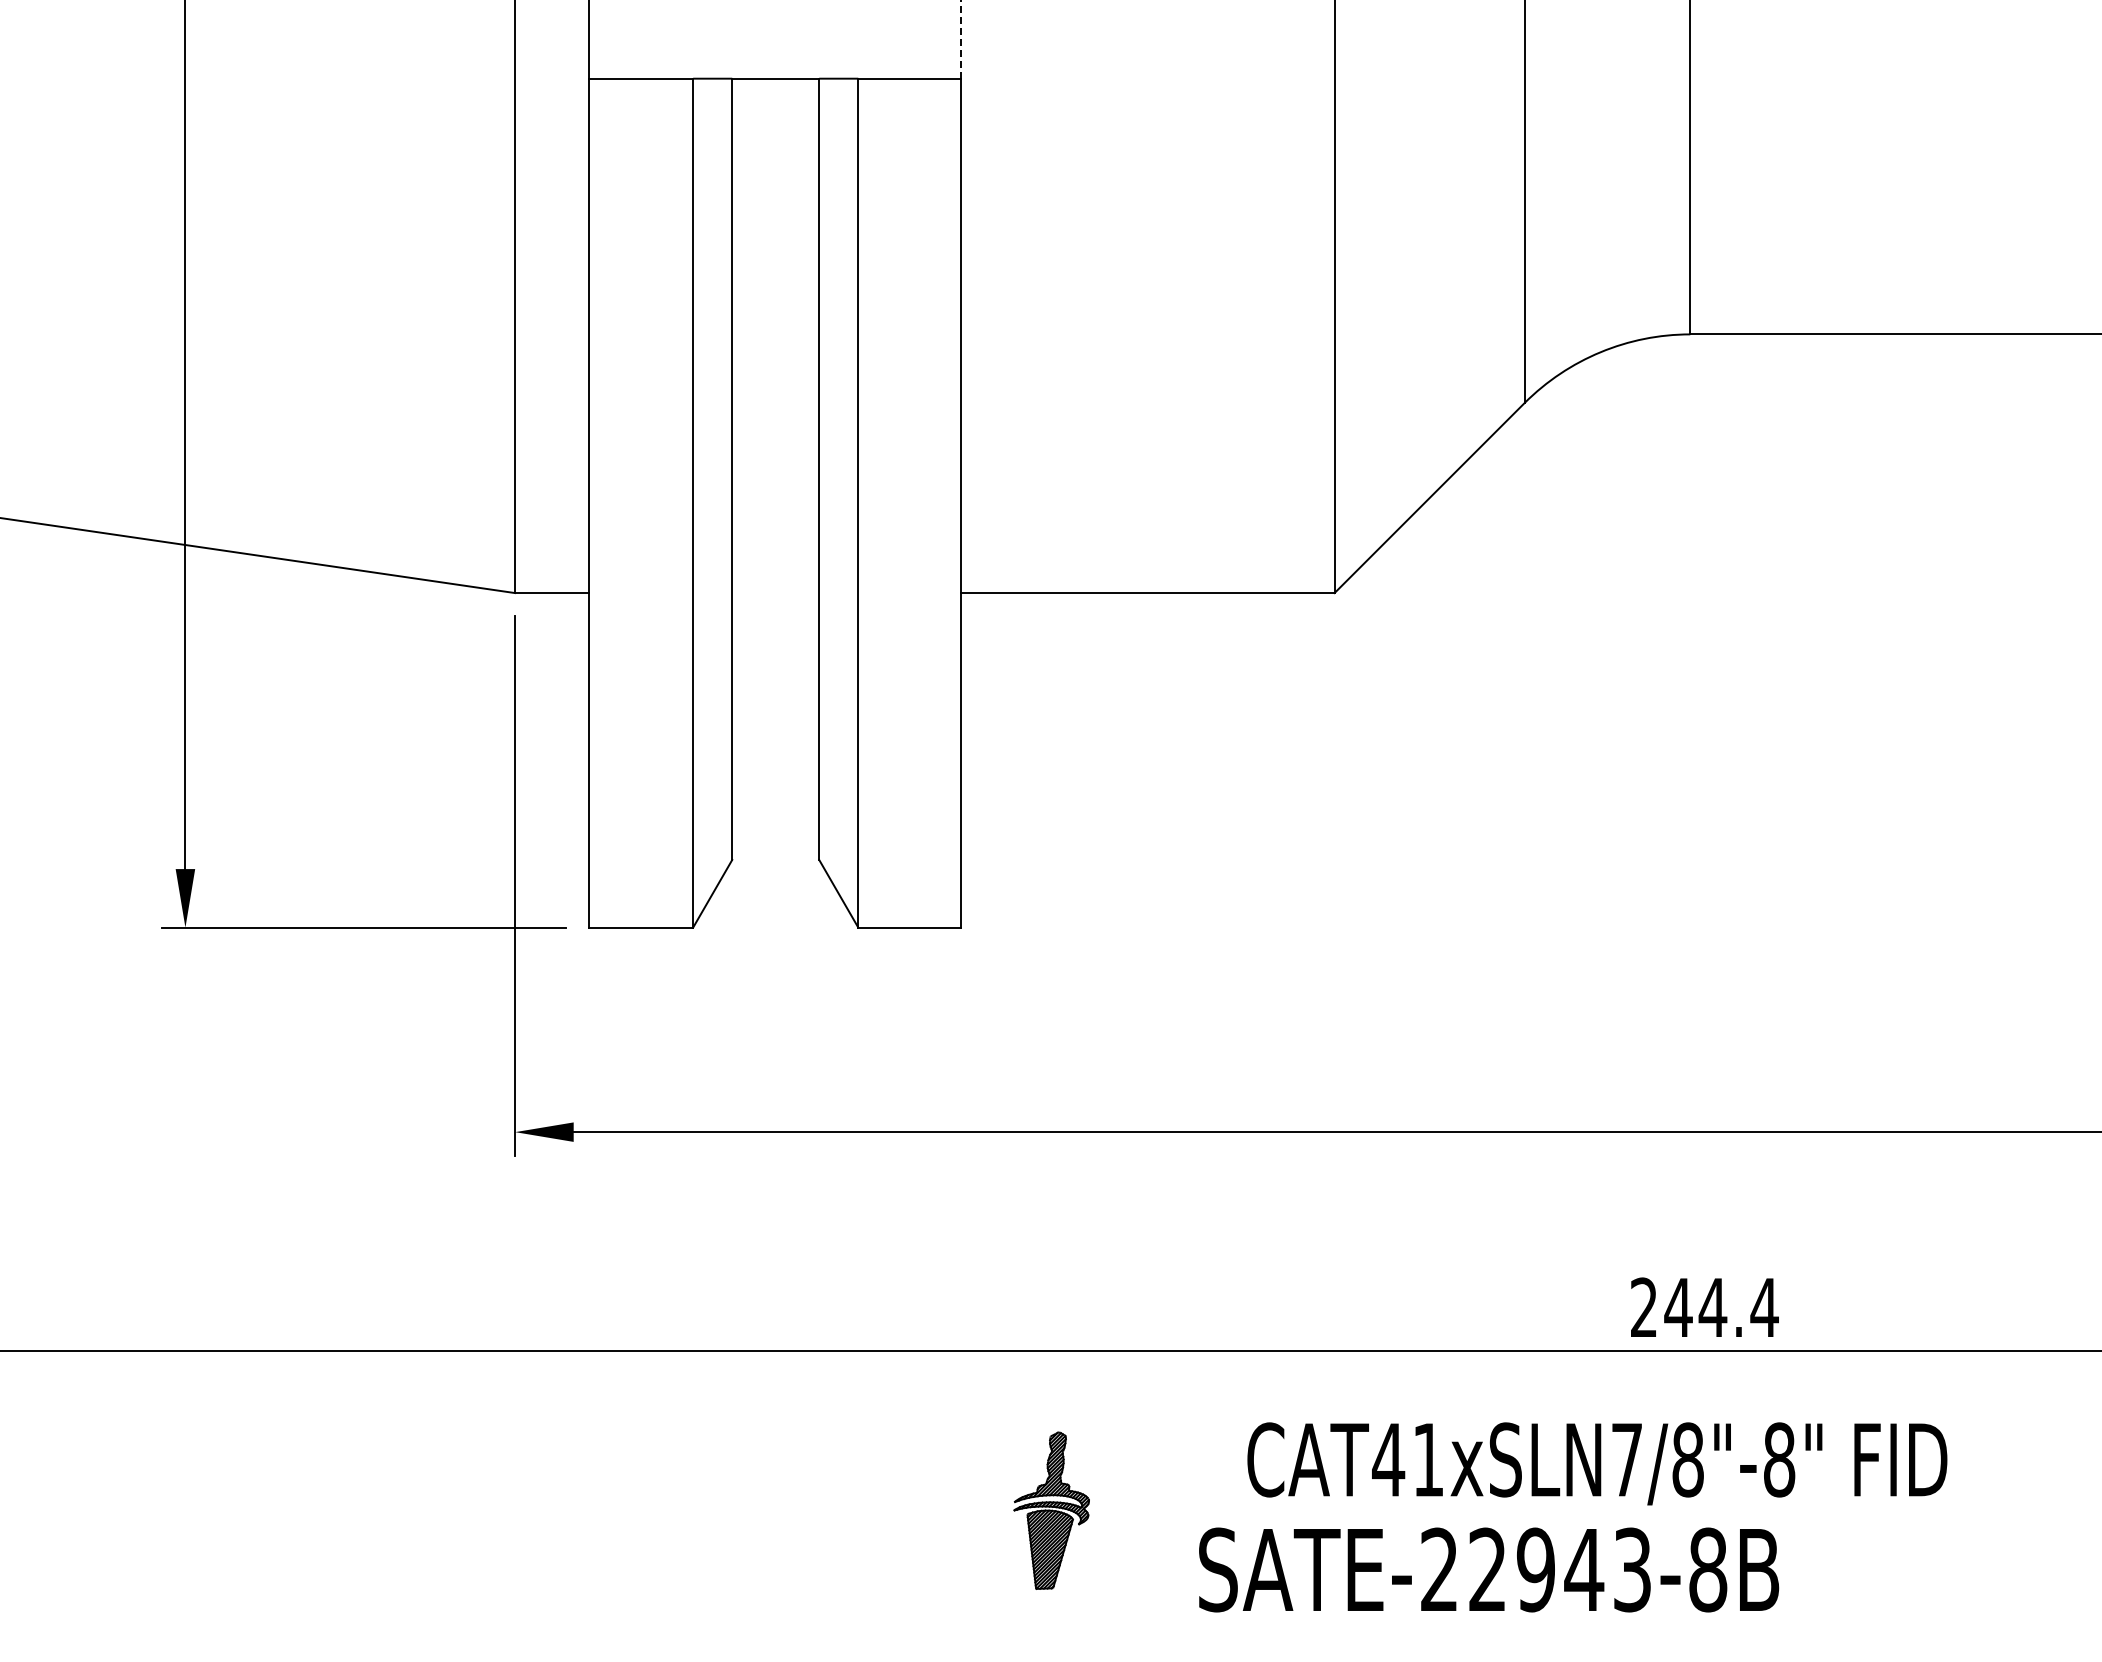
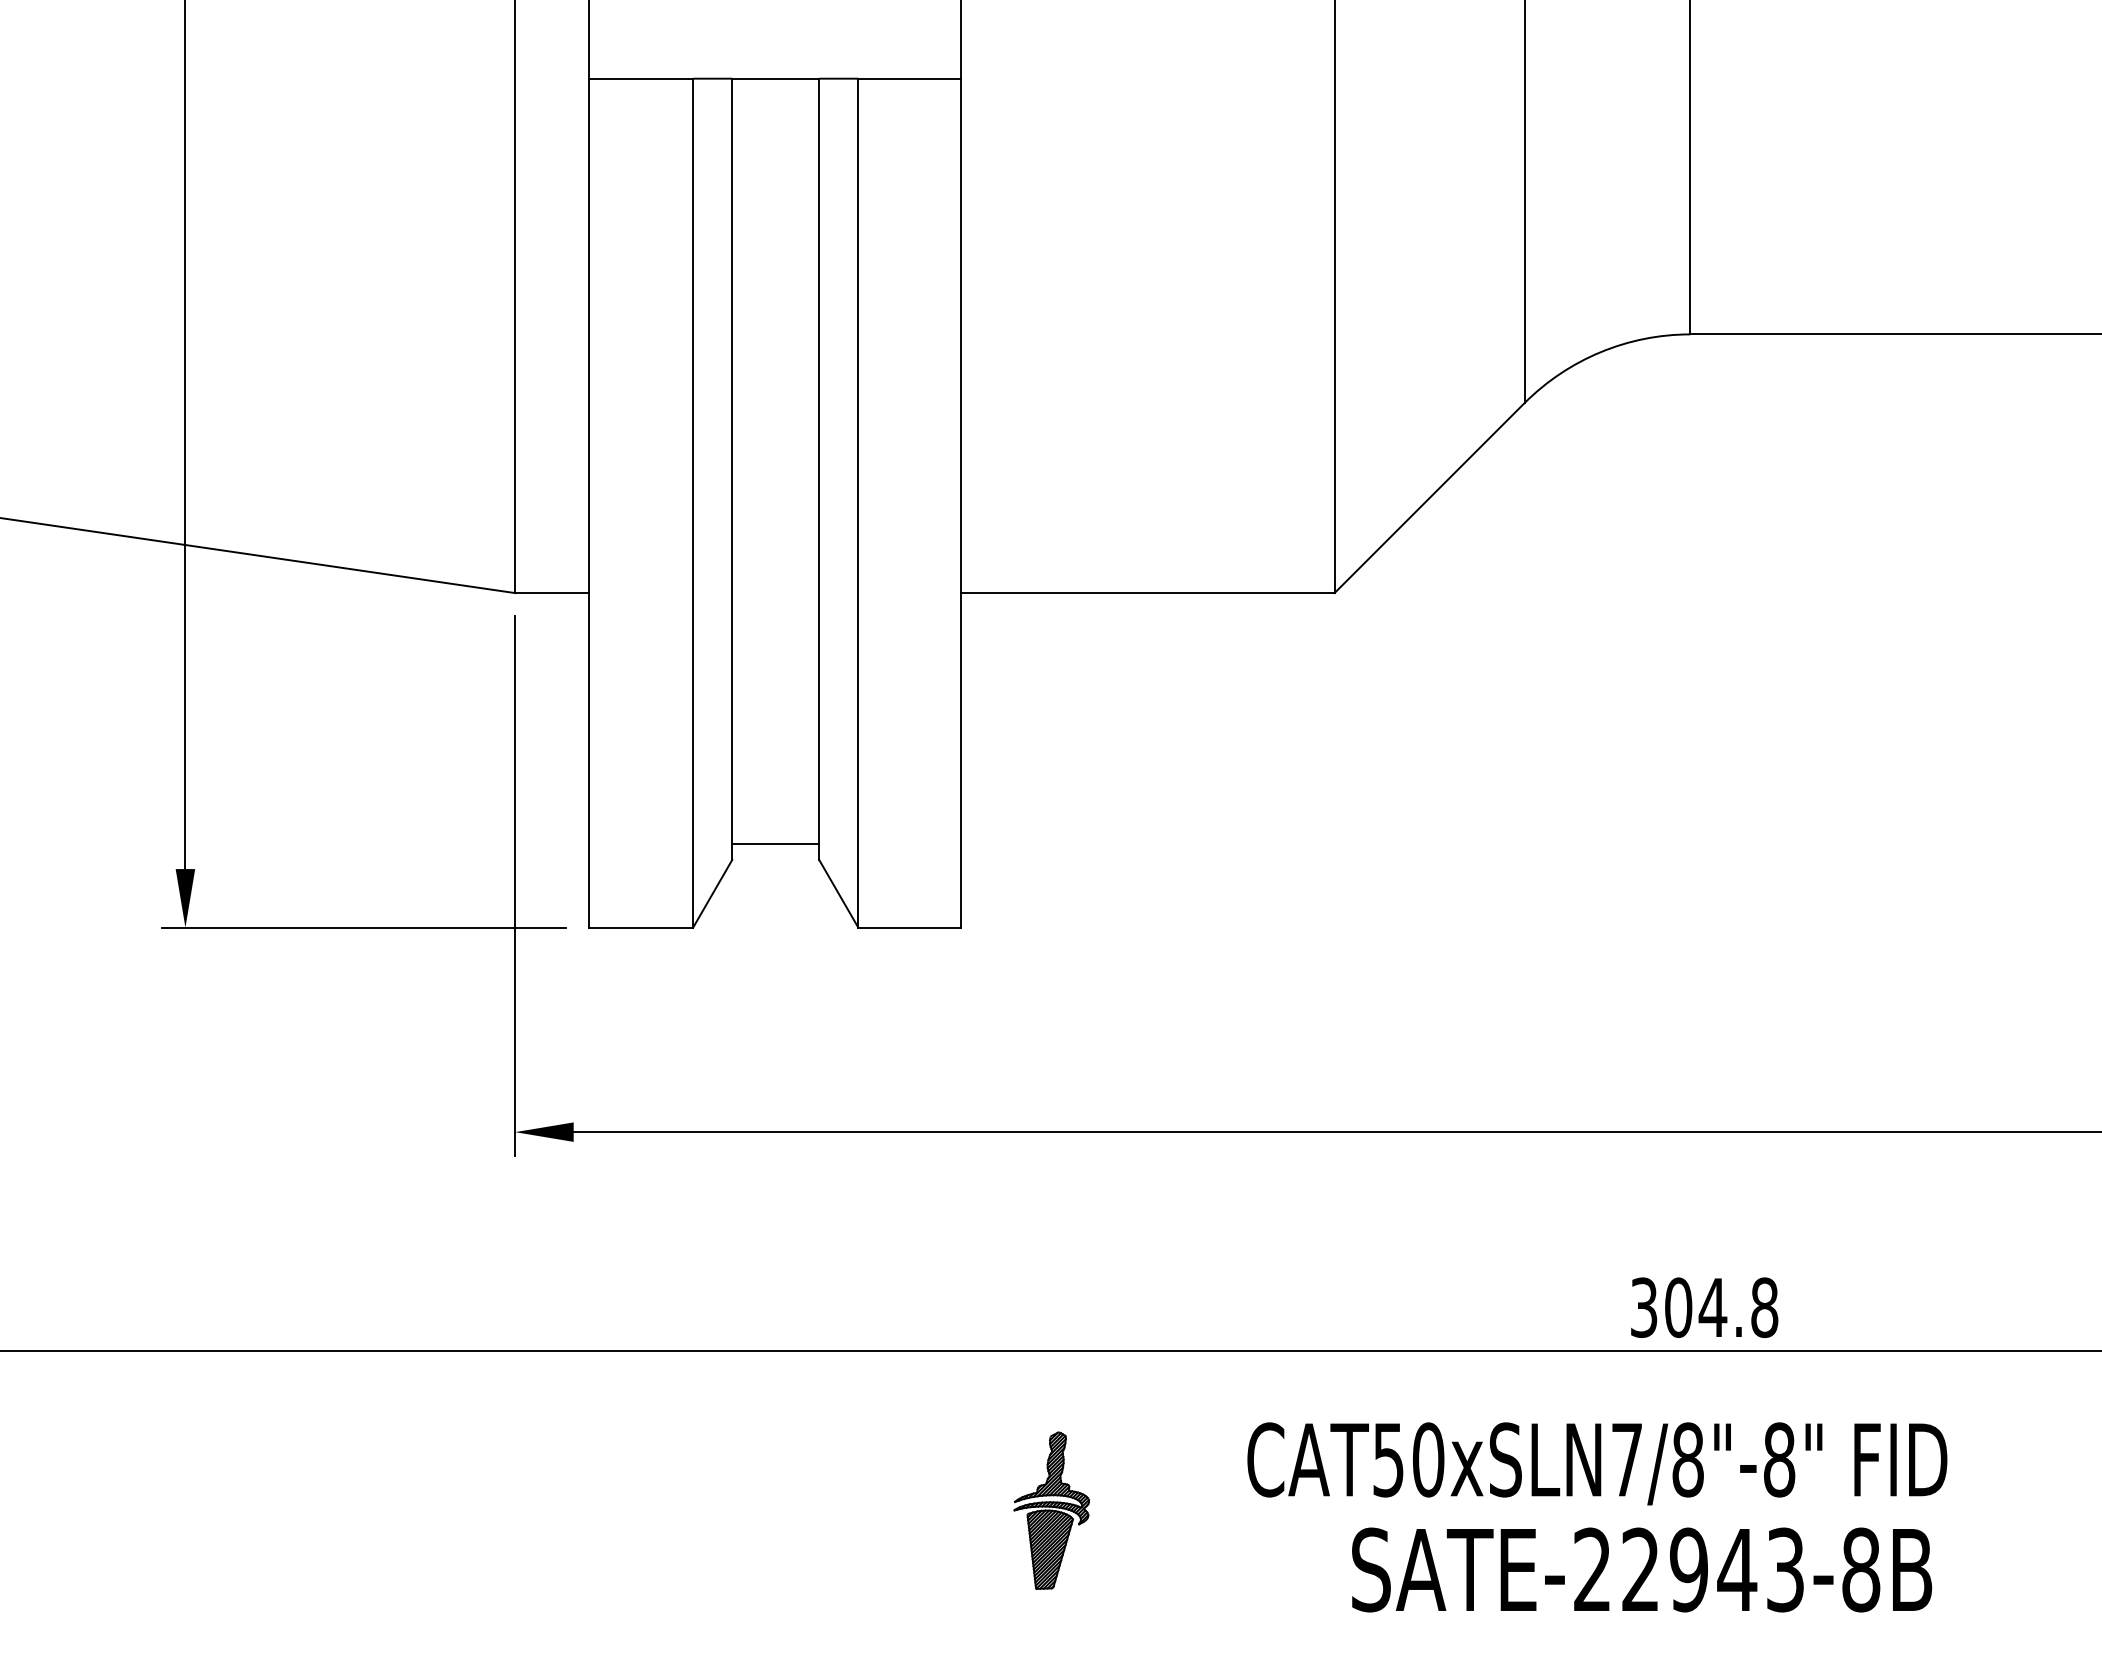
line at (961, 39): dashed -> solid
line at (775, 844): none -> present
text at (1704, 1307): 244.4 -> 304.8
text at (1408, 1459): CAT41xSLN7/8"-8" -> CAT50xSLN7/8"-8"
text at (1489, 1569) position: (1489, 1569) -> (1642, 1569)
